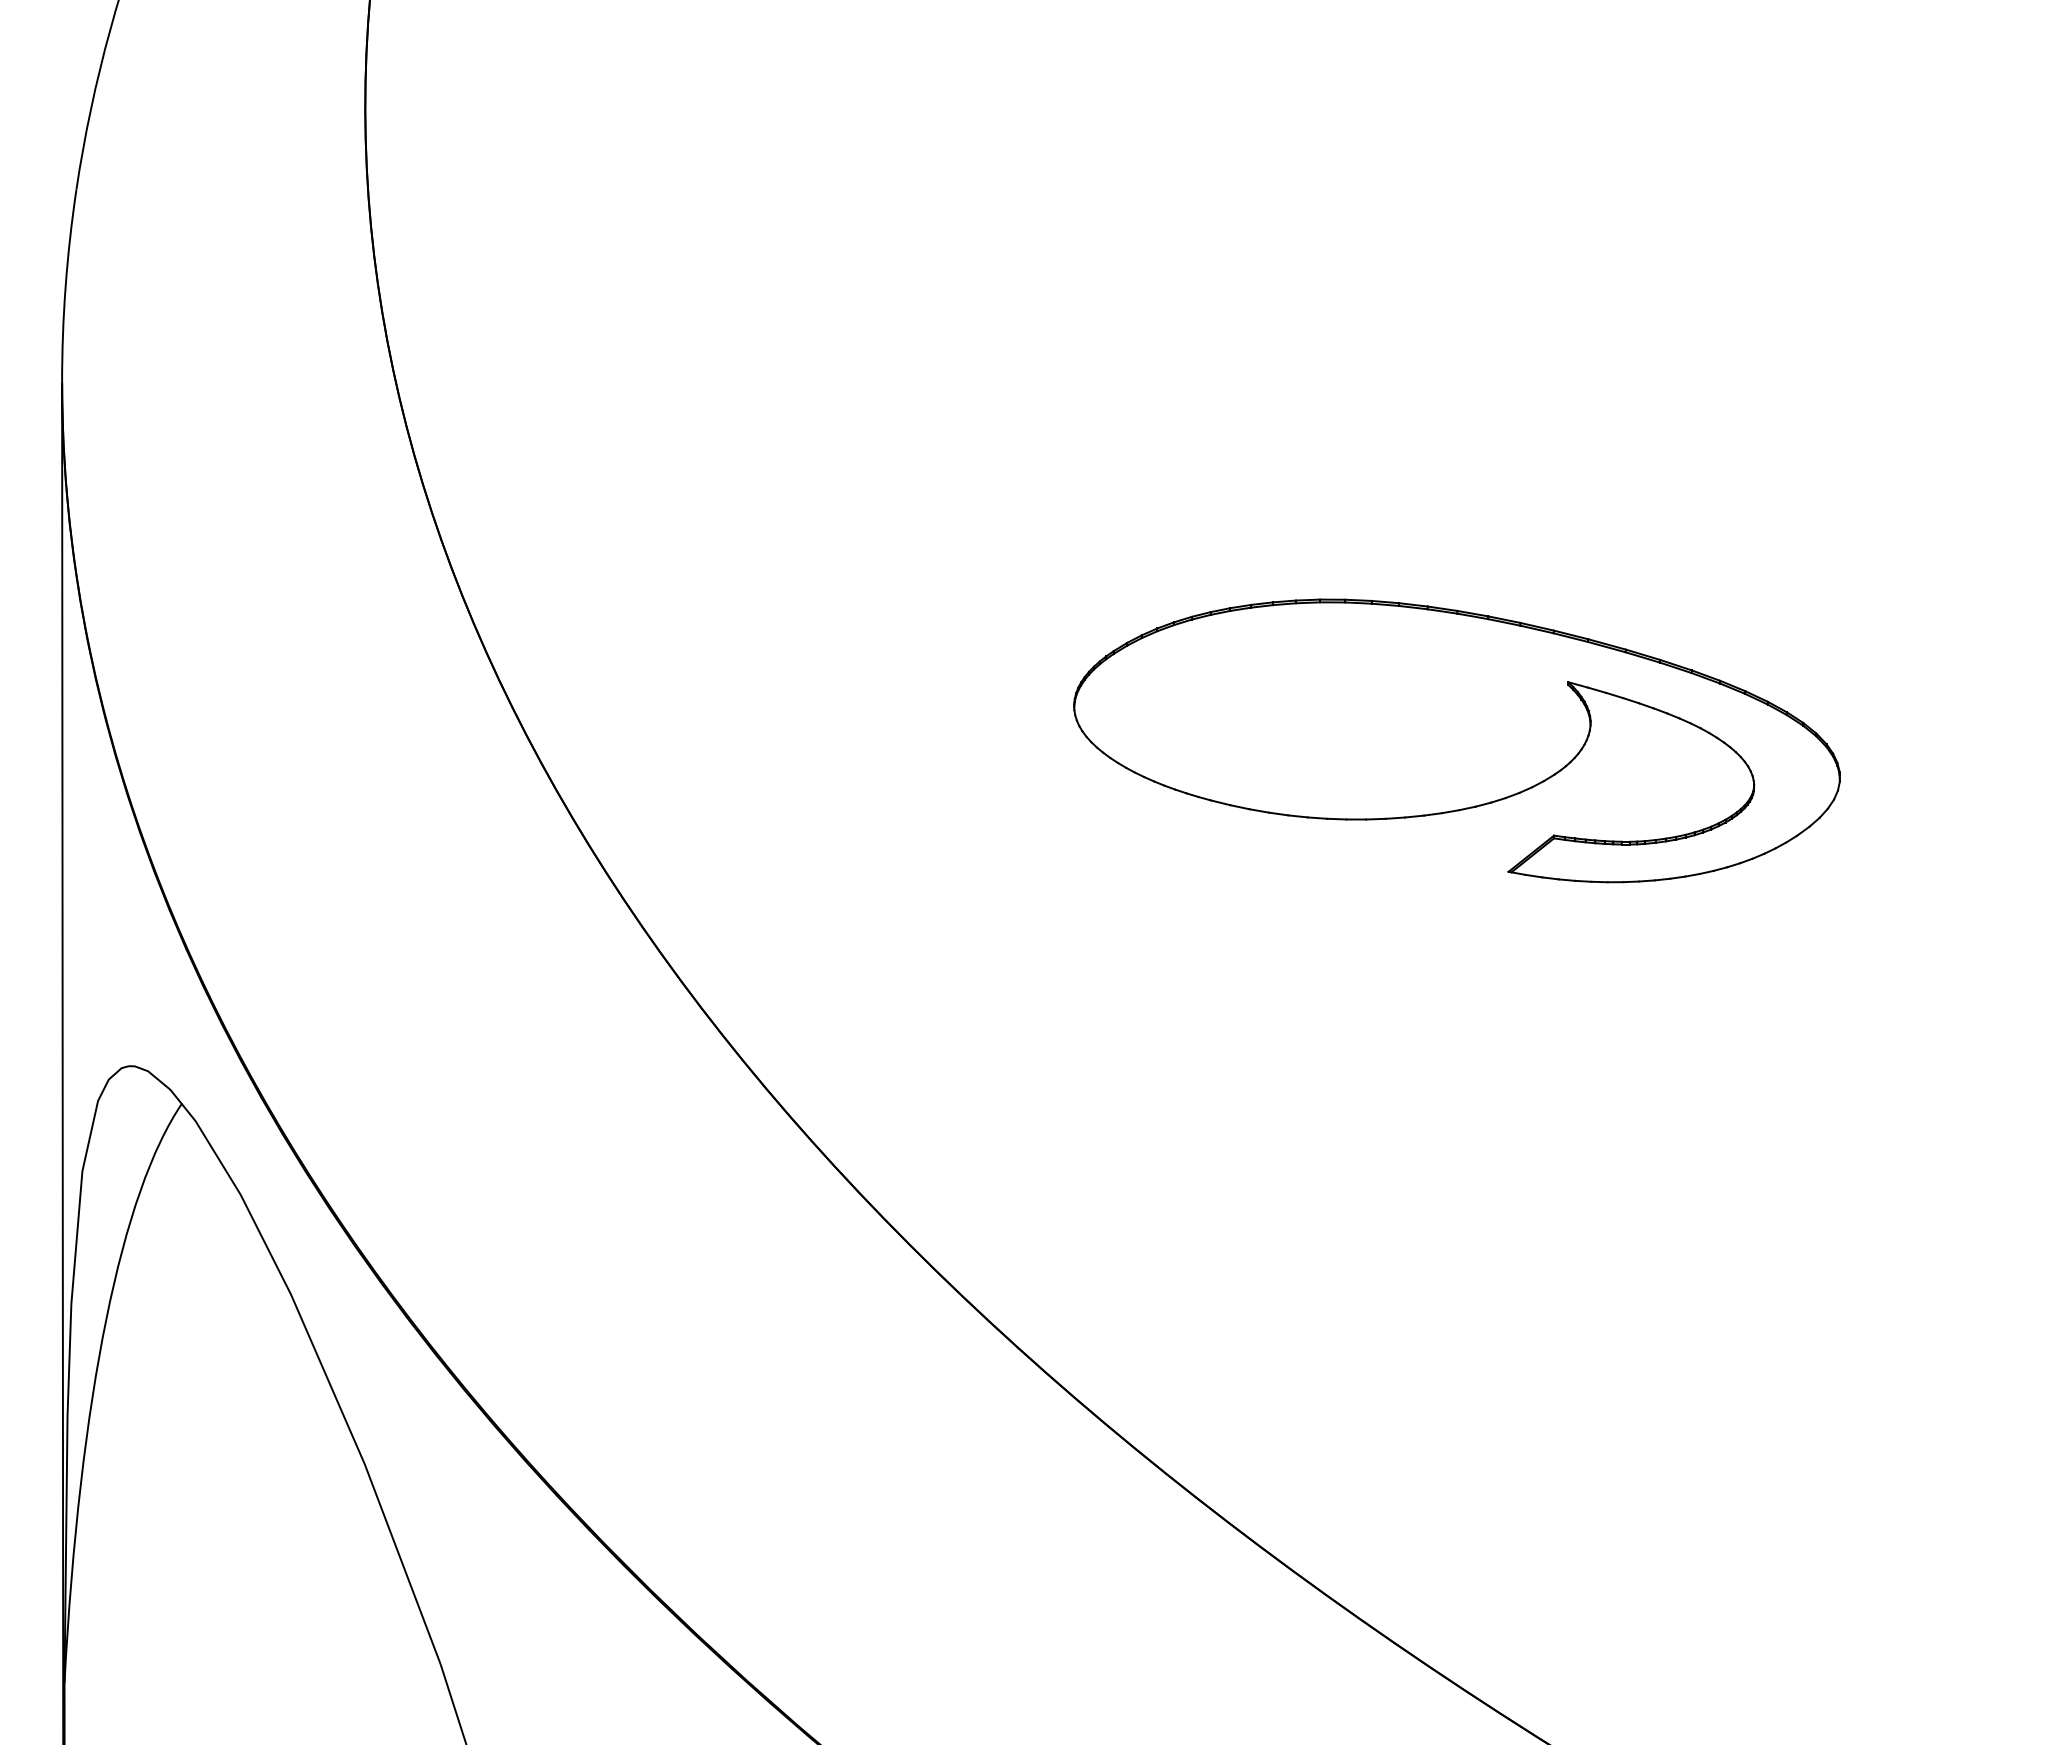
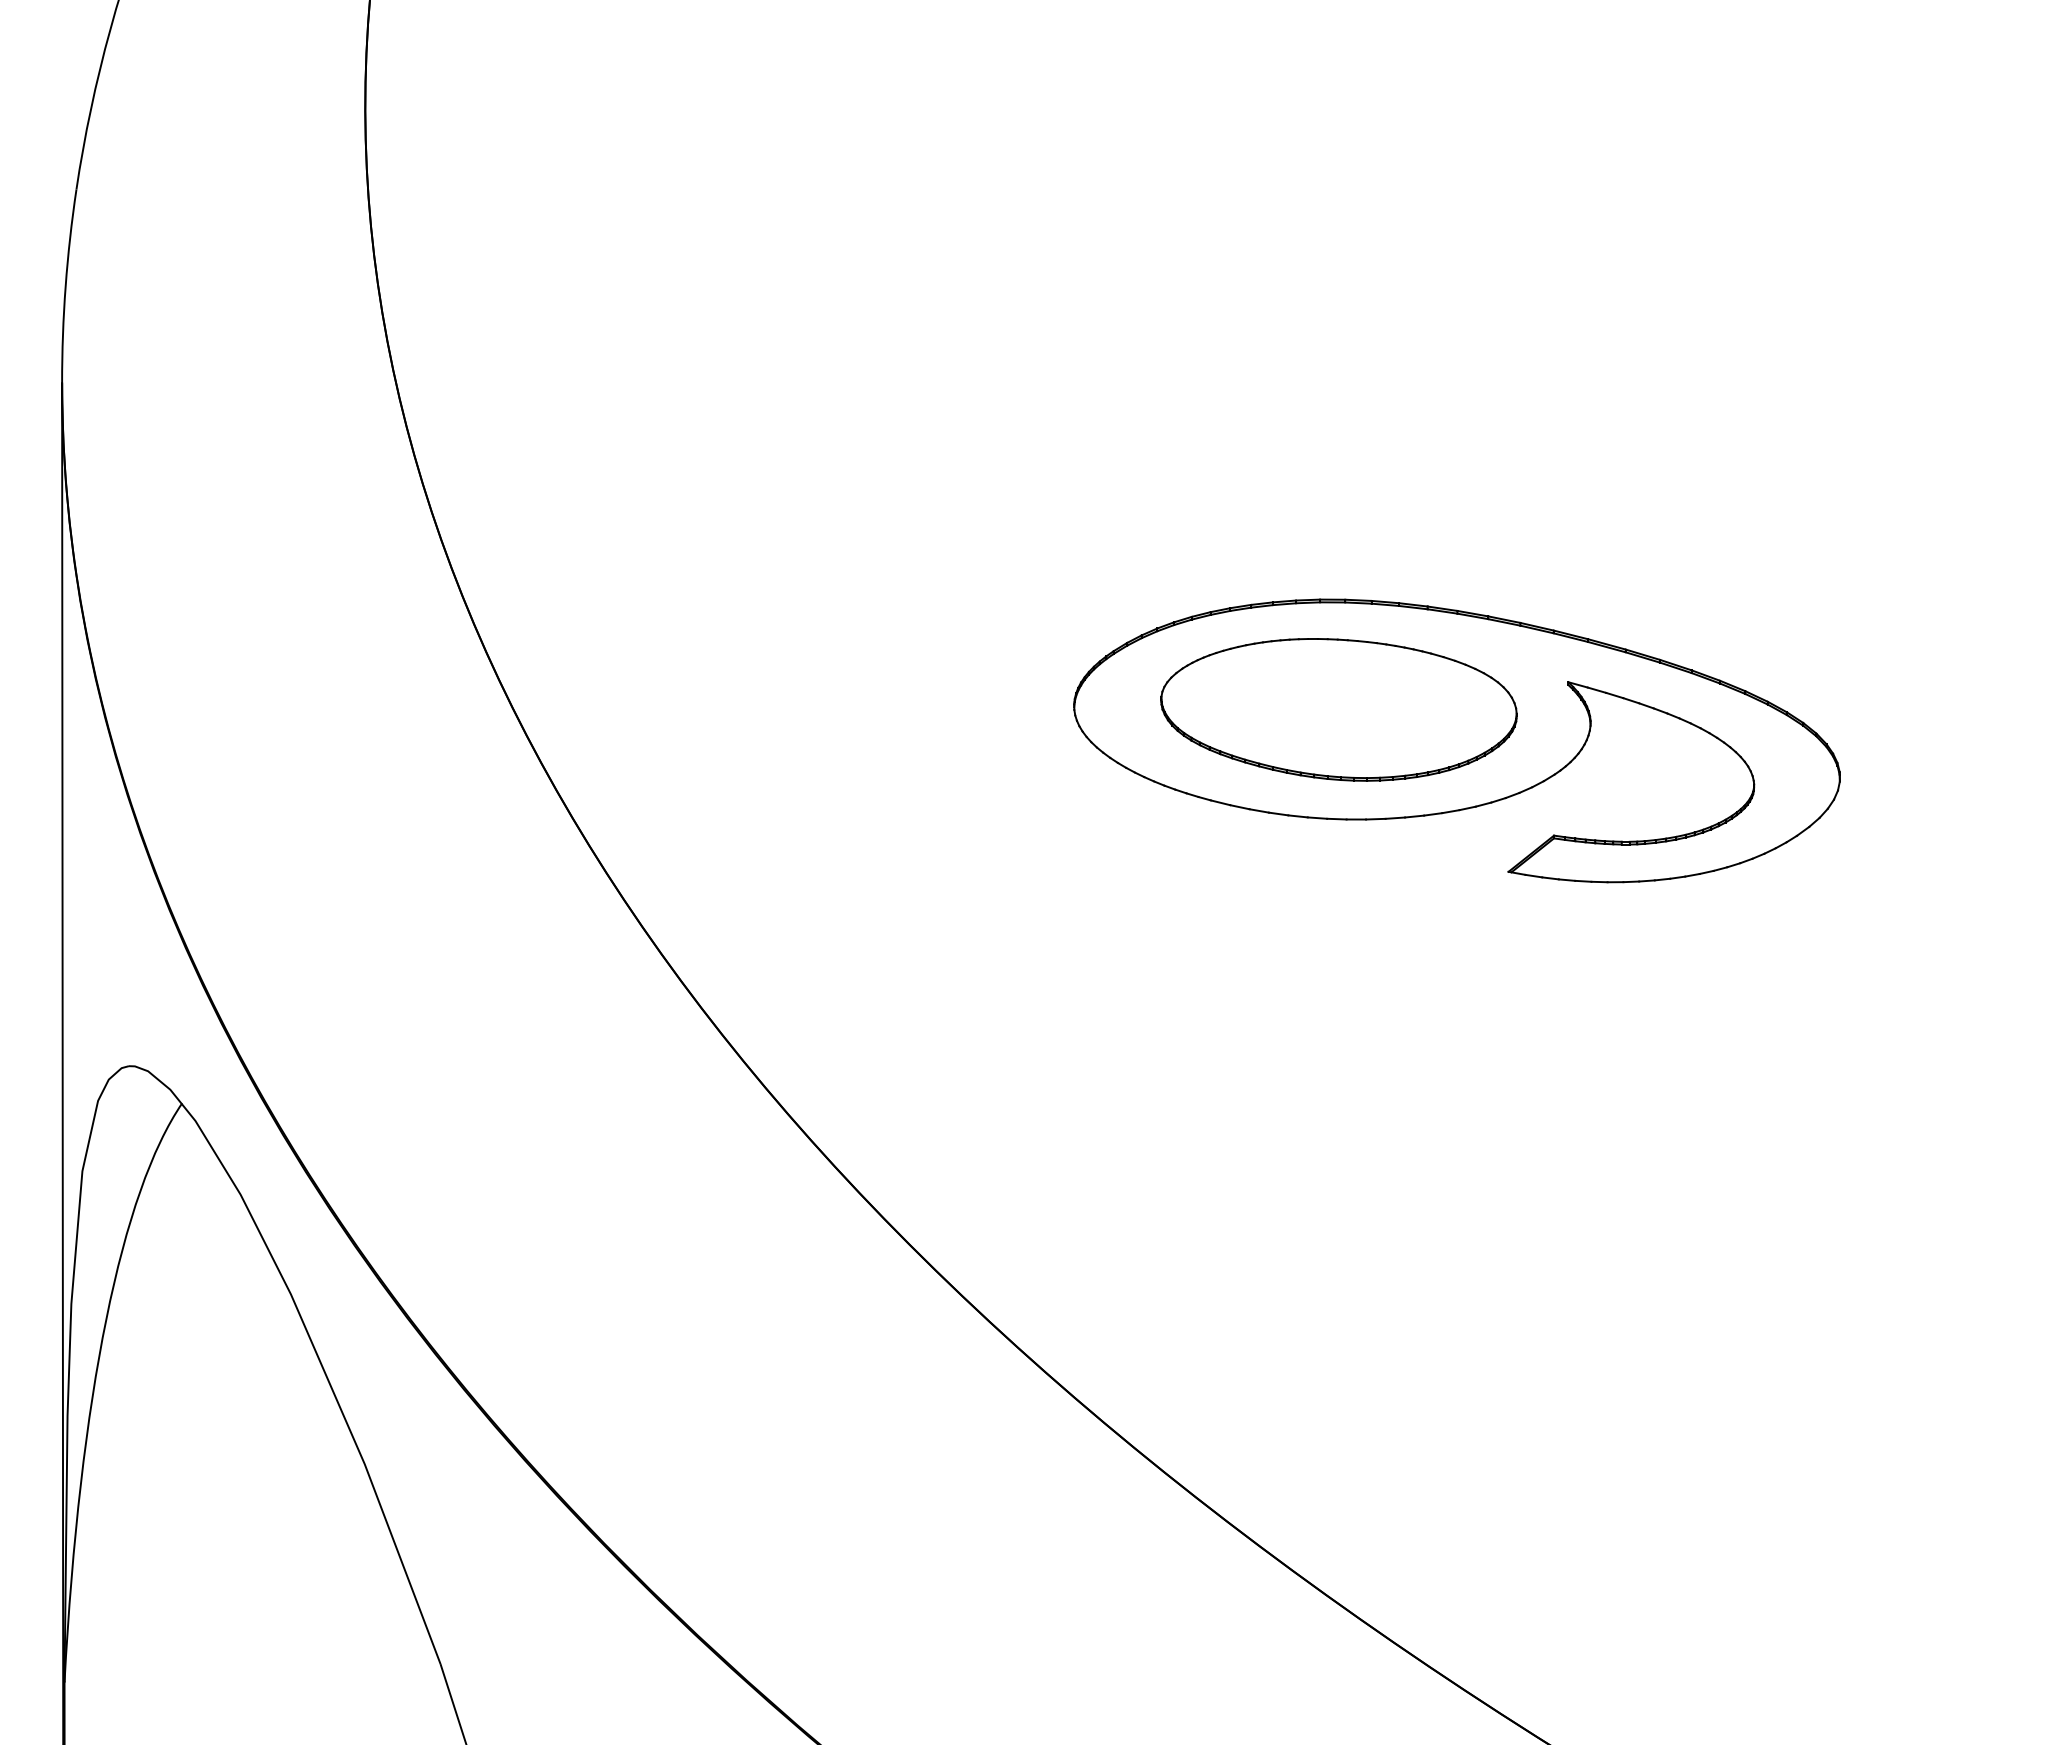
part at (1338, 709): none -> present
